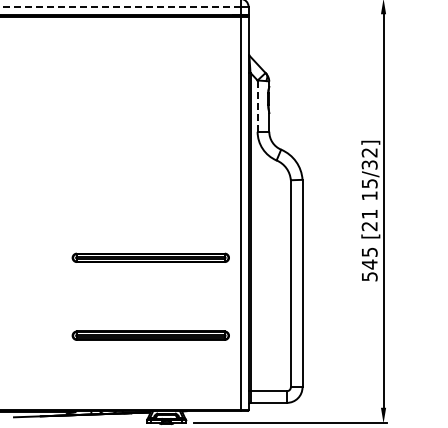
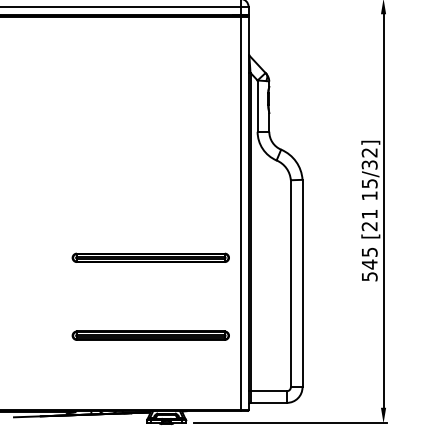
line at (120, 6): dashed -> solid
line at (257, 106): dashed -> solid
